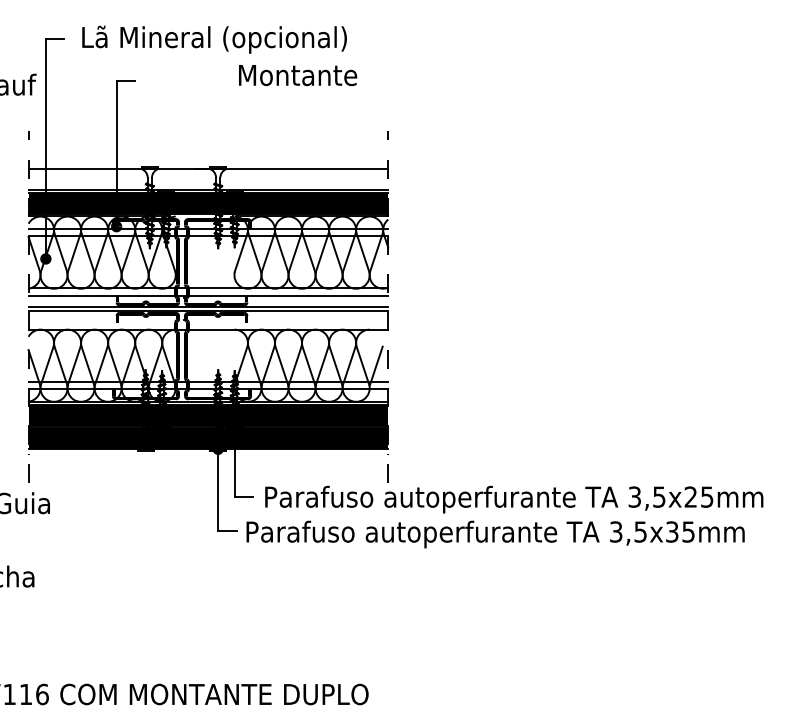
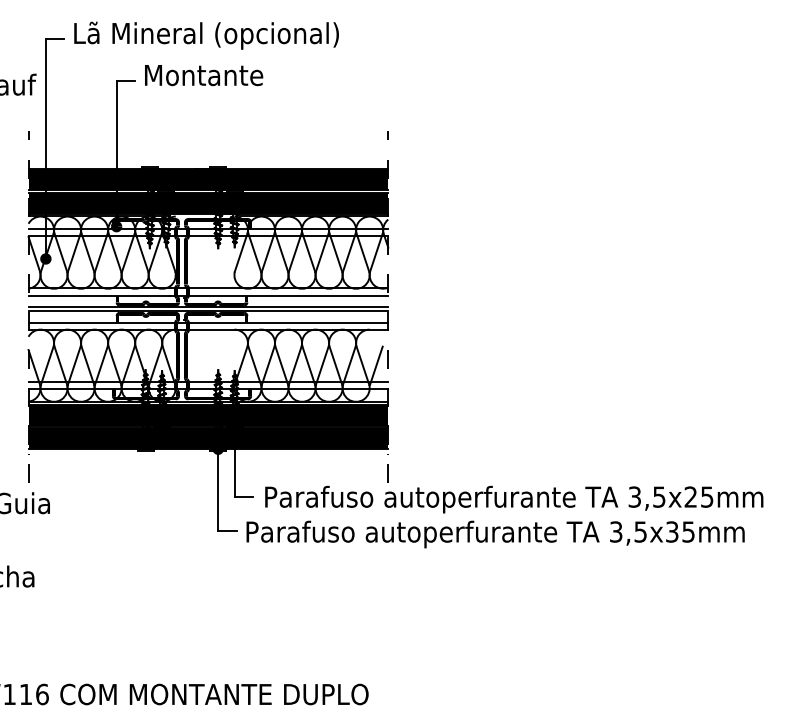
text at (214, 39) position: (214, 39) -> (206, 35)
text at (298, 75) position: (298, 75) -> (204, 75)
fill at (208, 179): none -> present
line at (208, 322): none -> present
